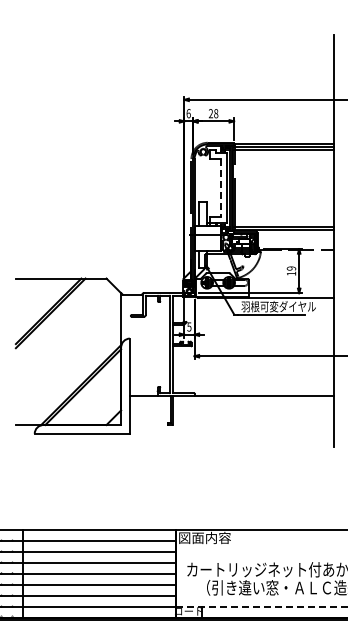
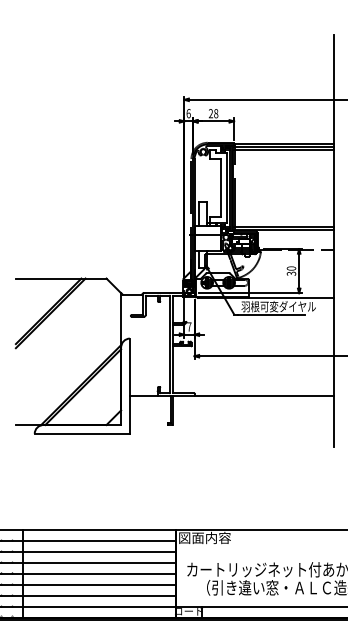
line at (220, 188): dashed -> solid
text at (291, 270): 19 -> 30
text at (189, 326): 5 -> 7
line at (261, 606): dashed -> solid
